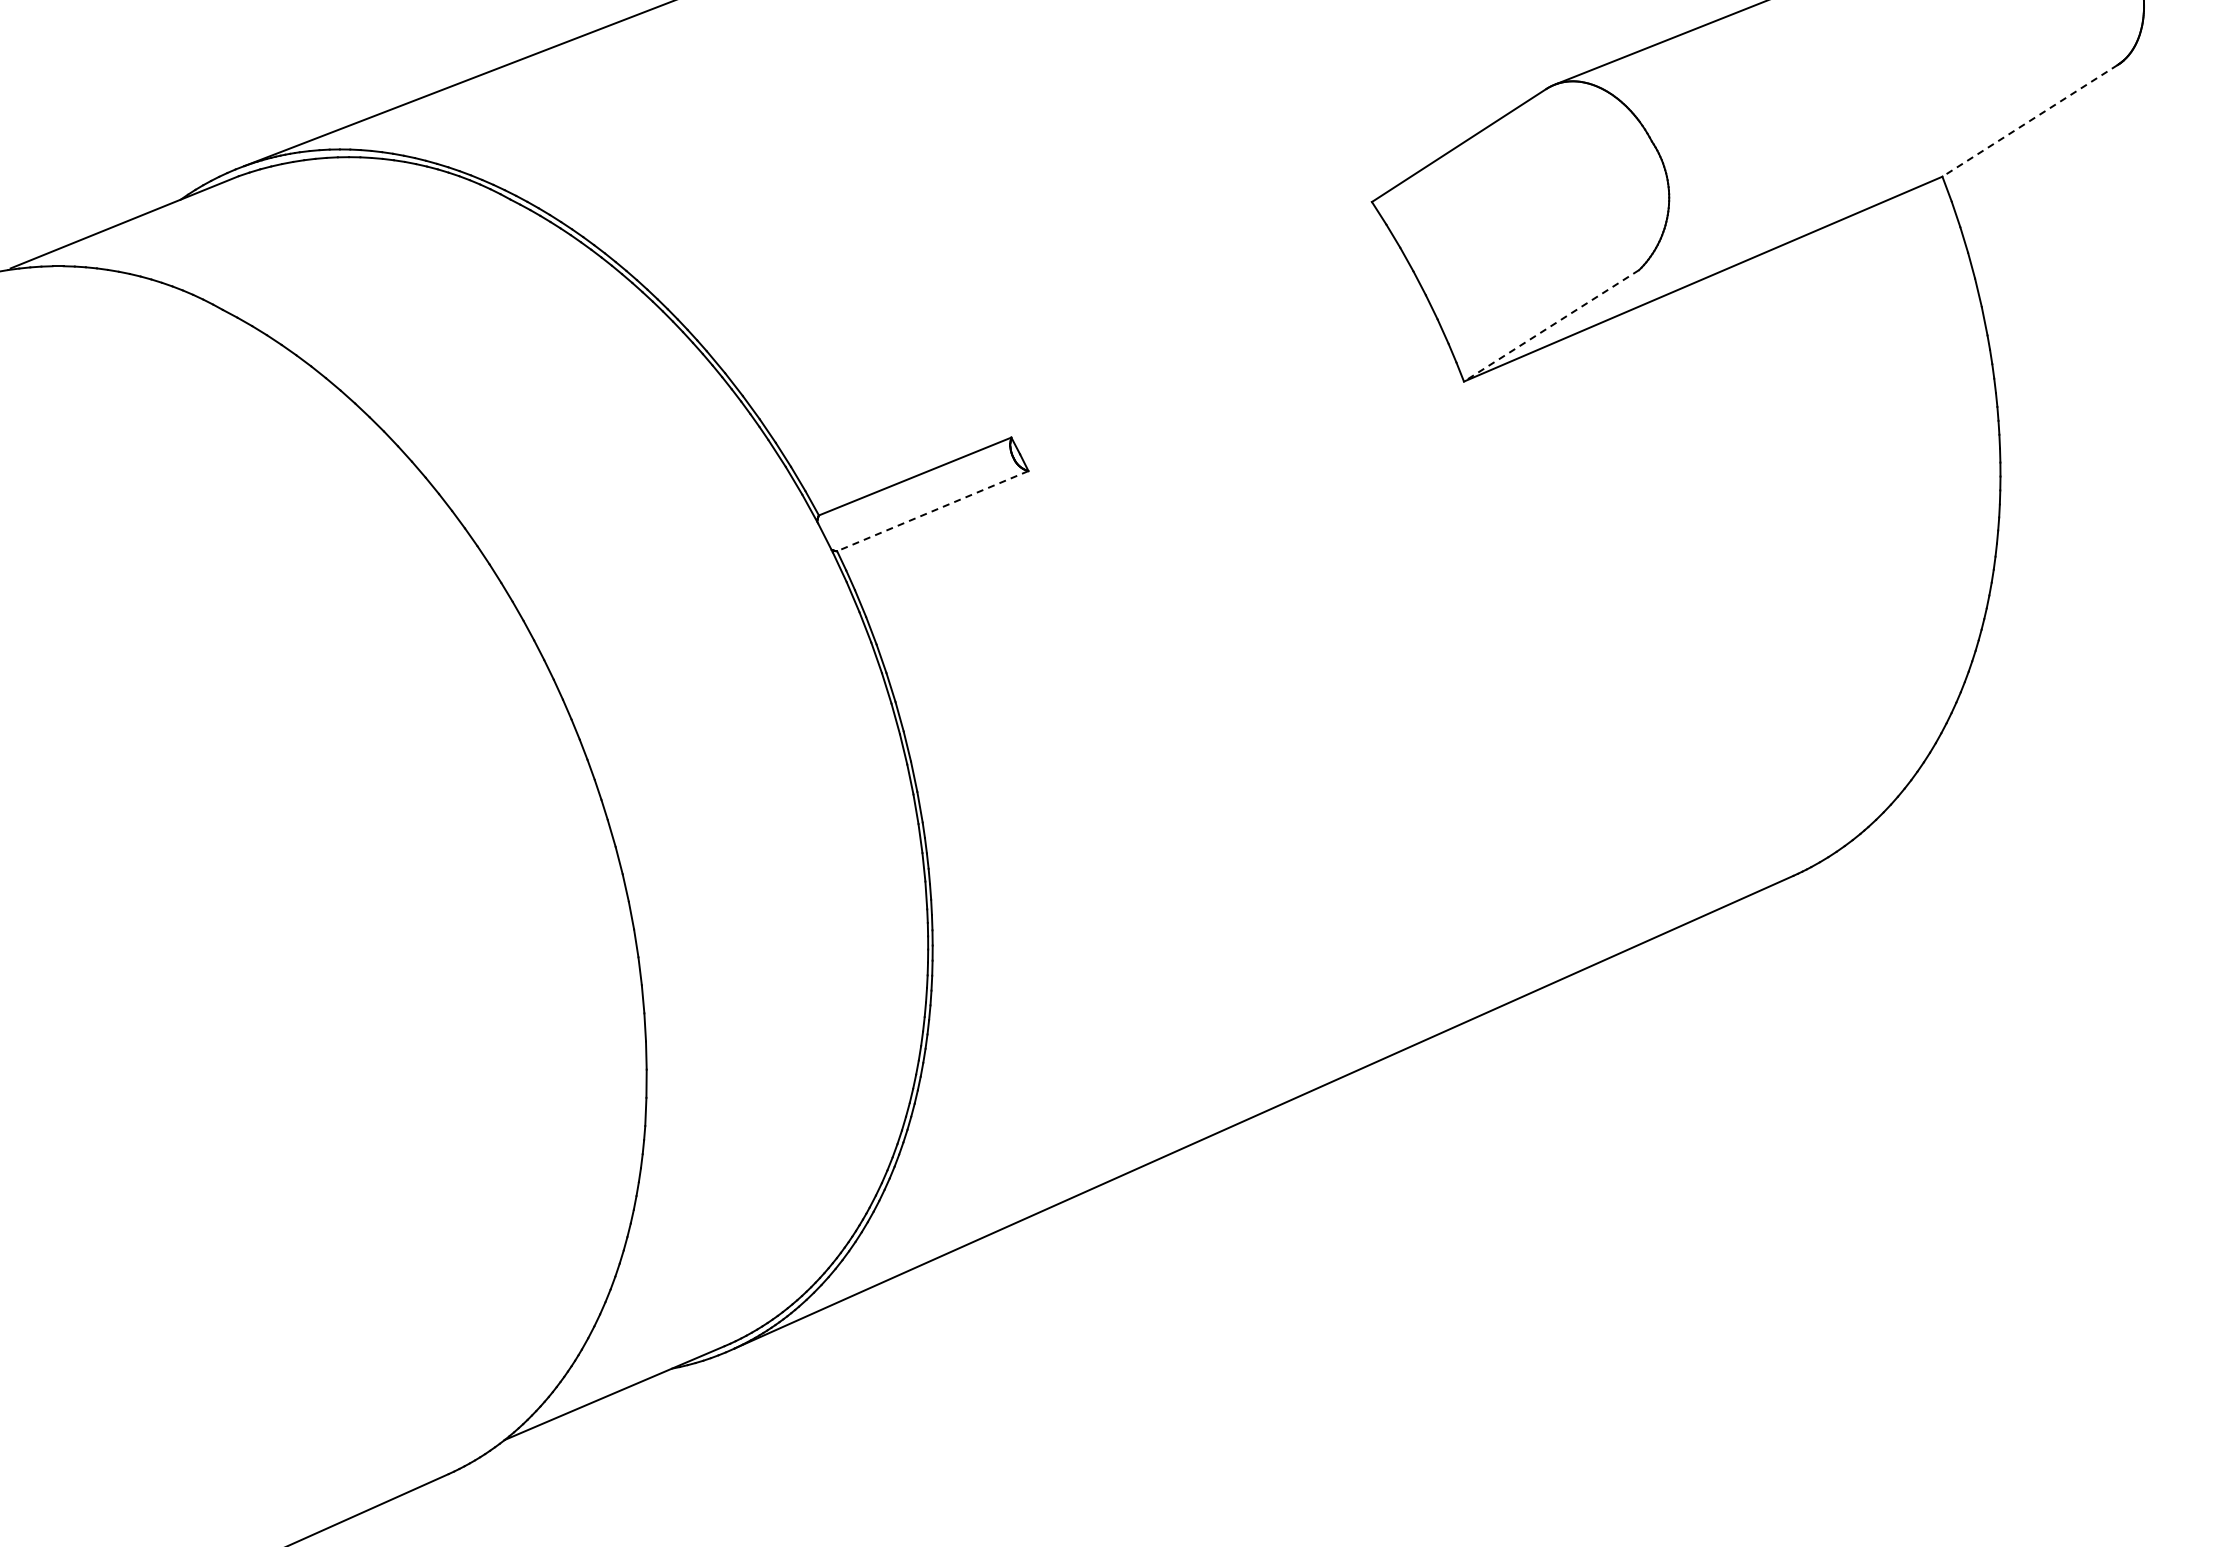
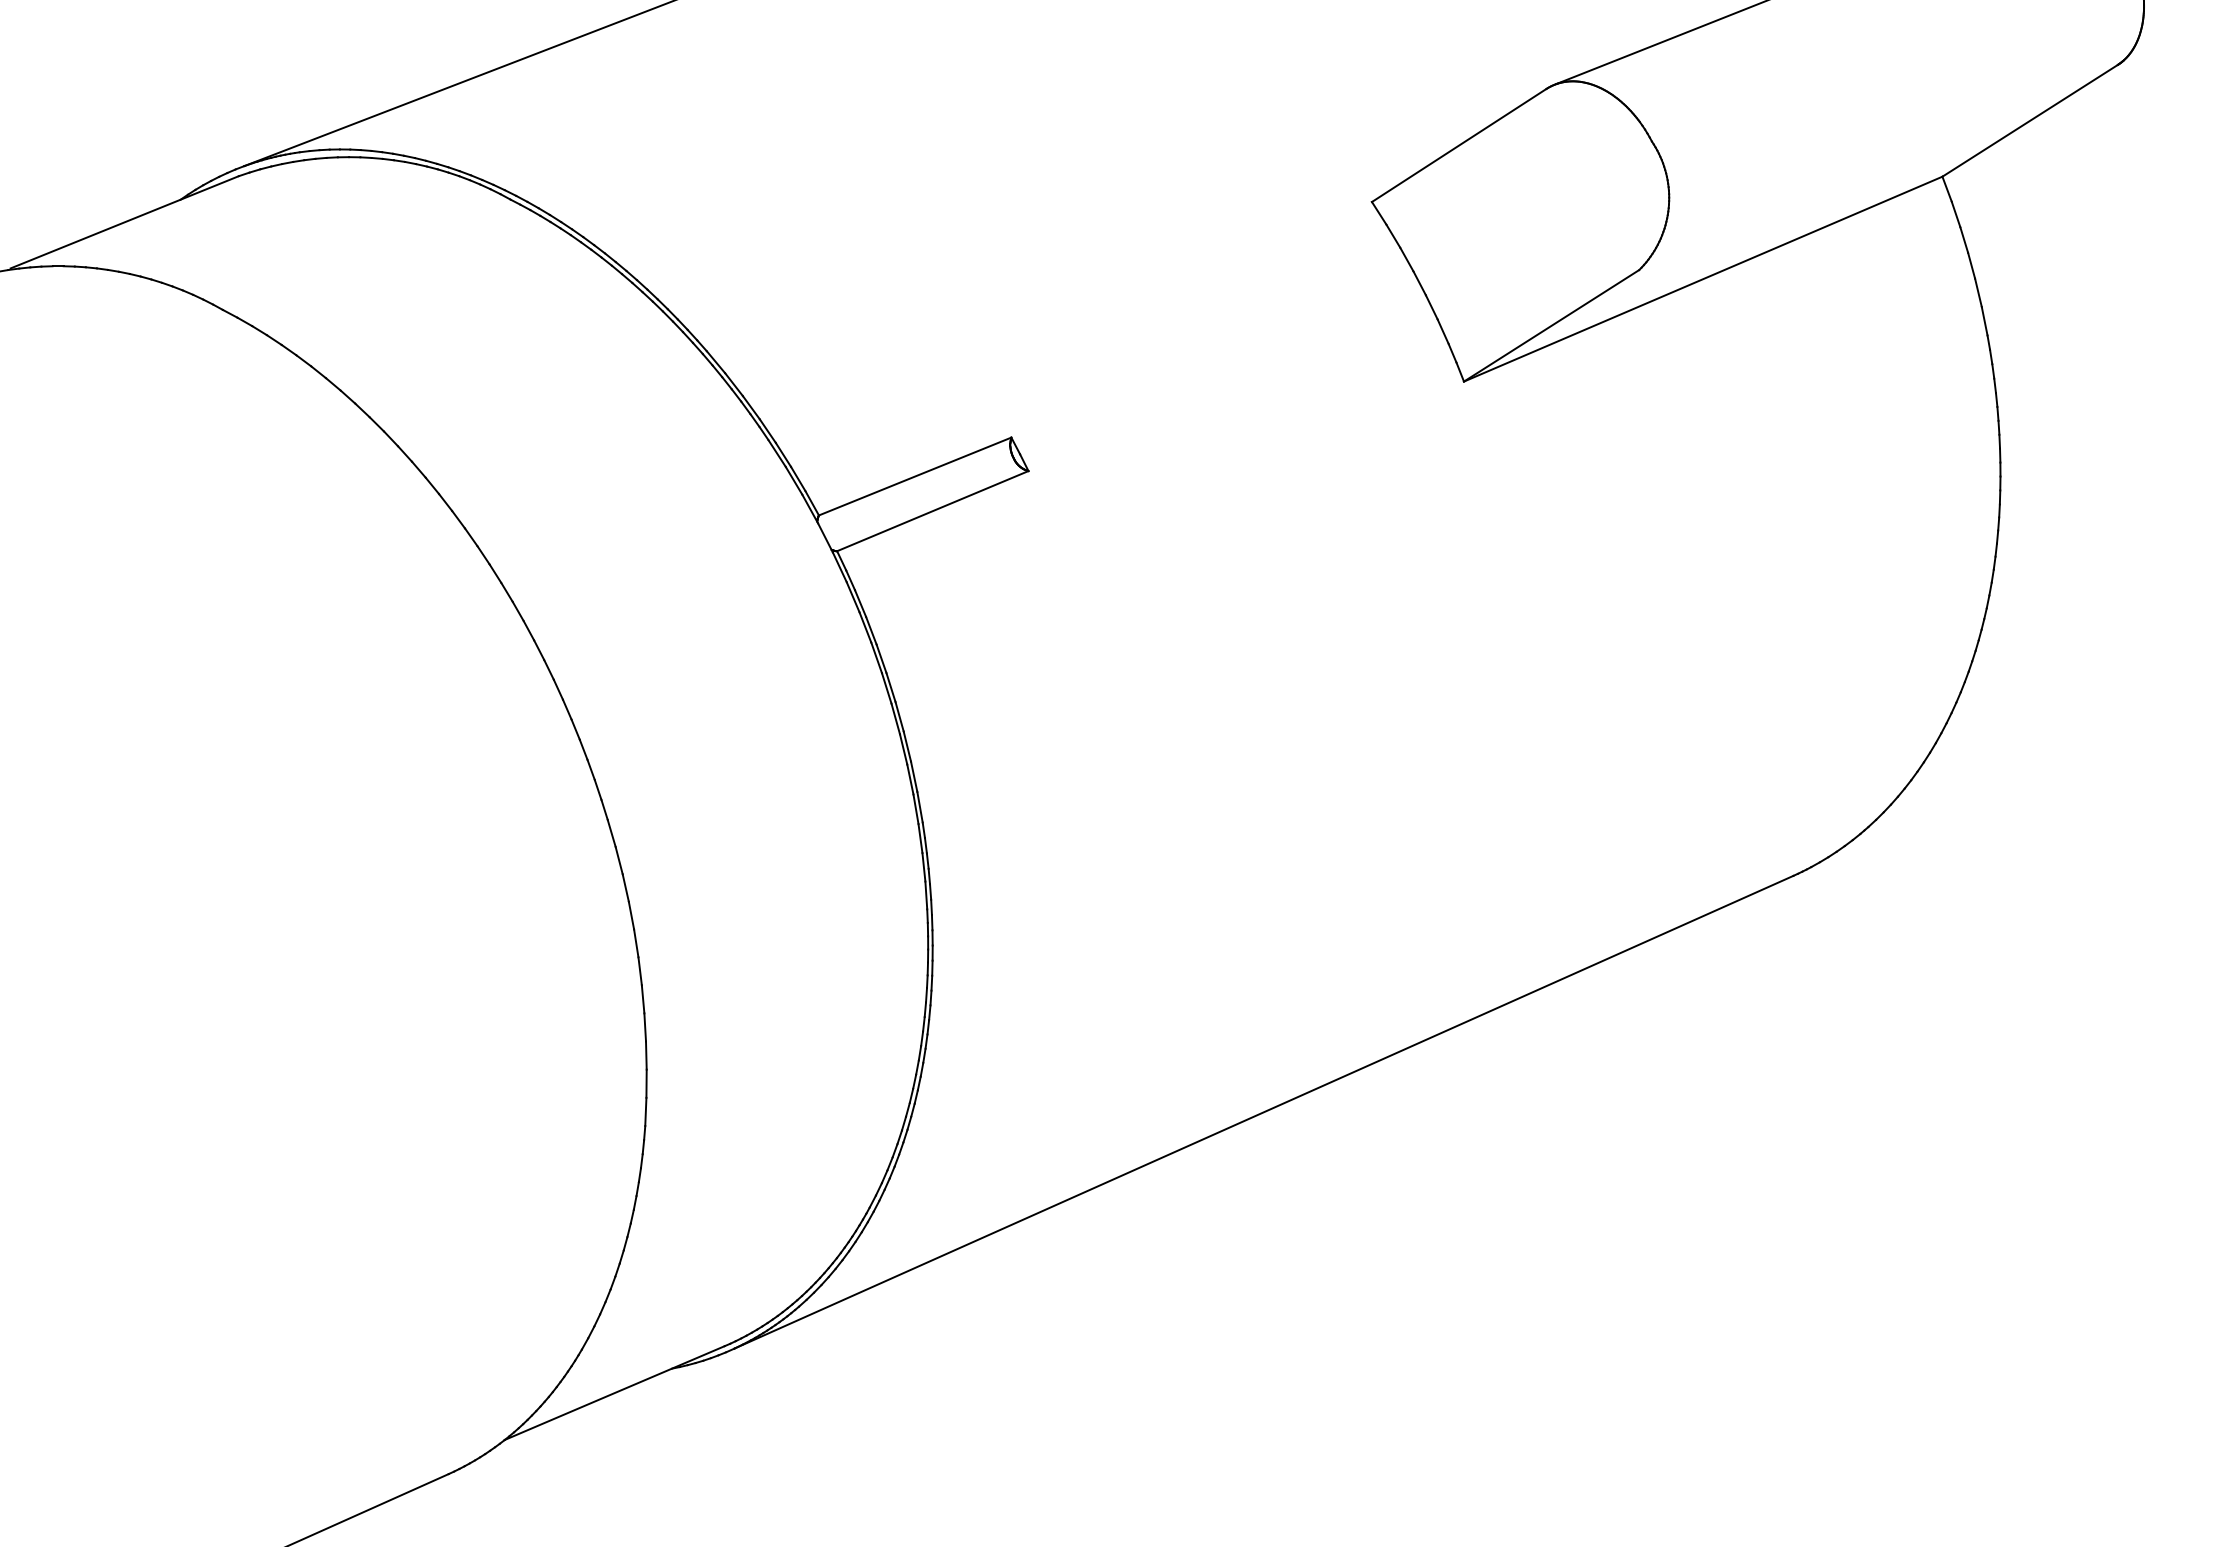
line at (2030, 120): dashed -> solid
line at (1551, 325): dashed -> solid
line at (932, 511): dashed -> solid
